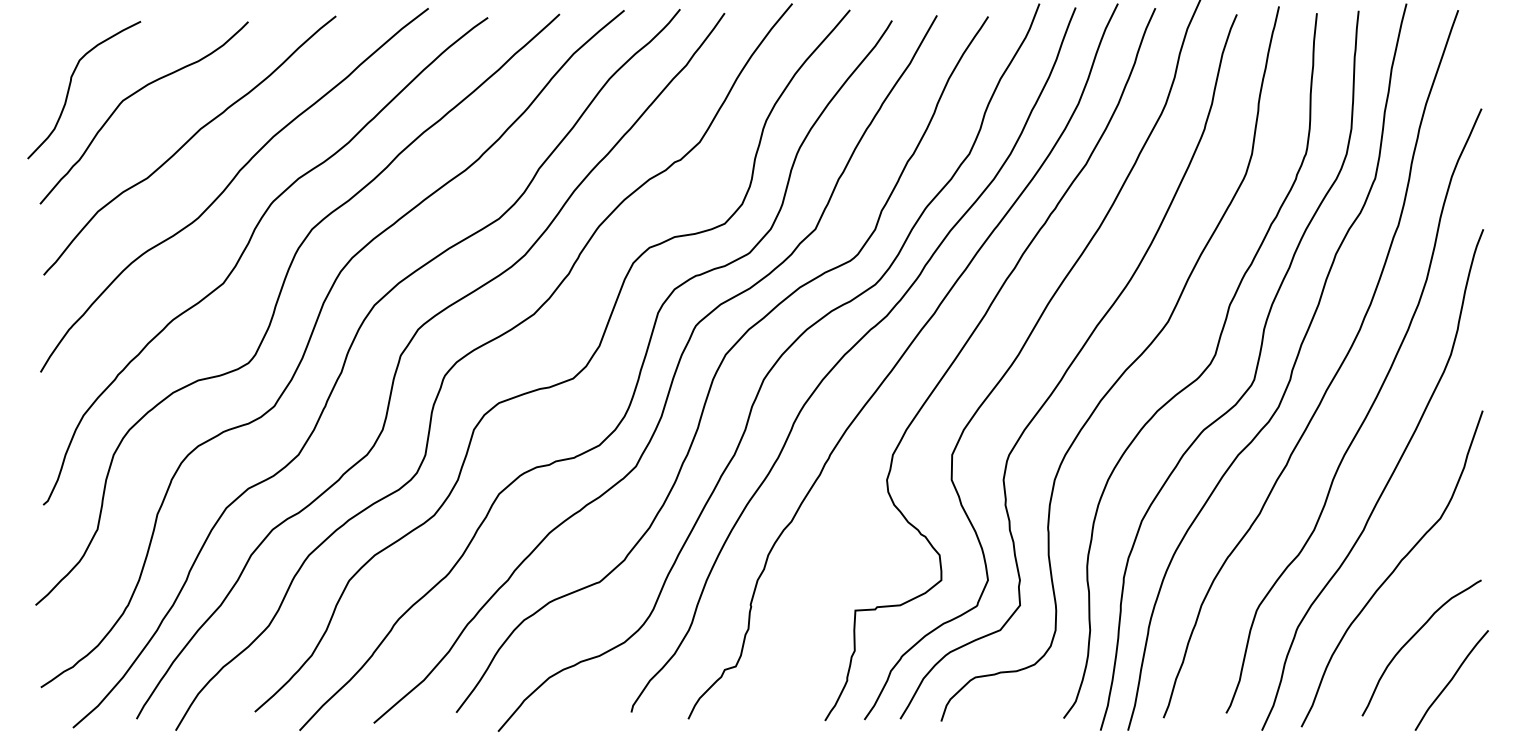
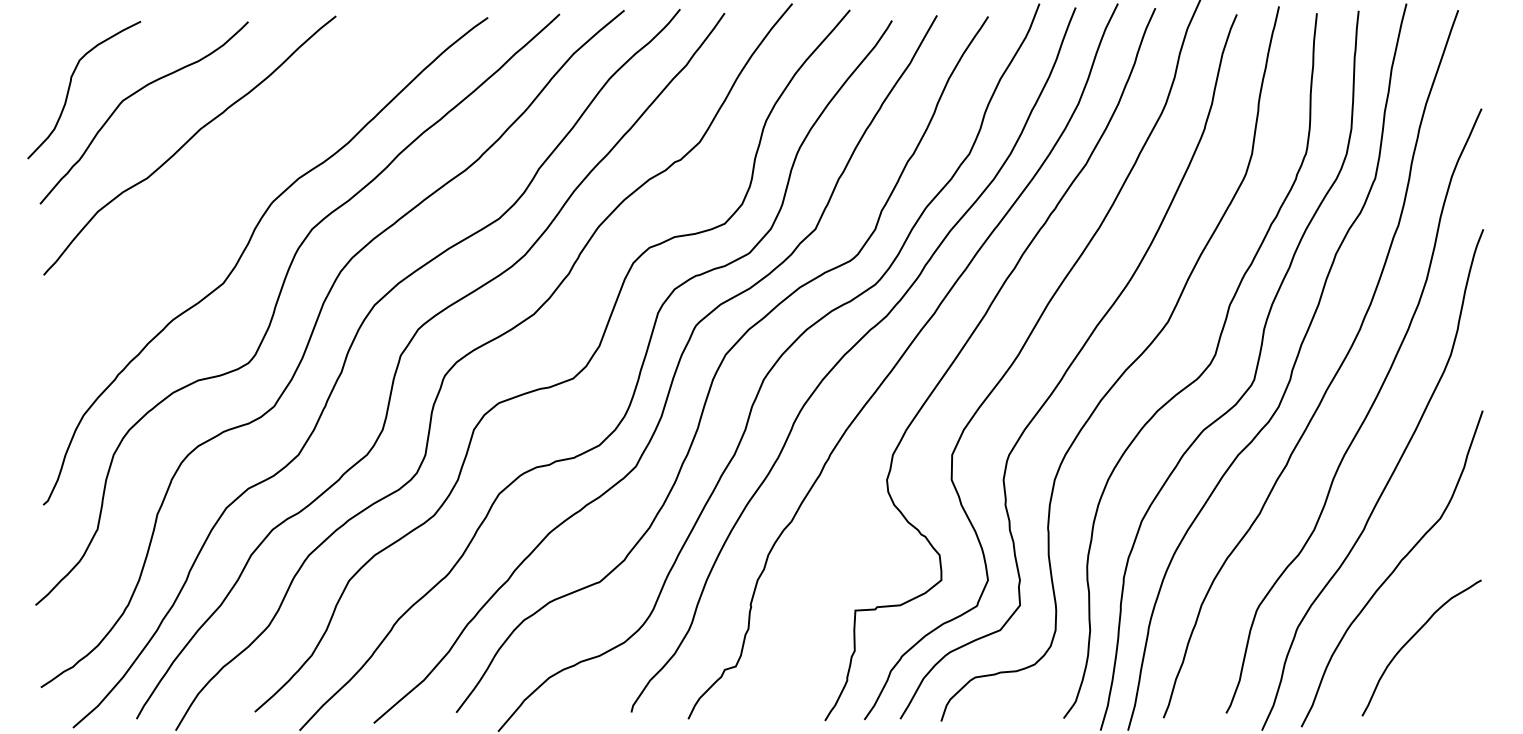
curve at (229, 185): present -> none
curve at (1451, 680): present -> none
